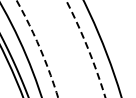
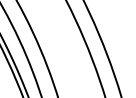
arc at (39, 48): dashed -> solid
arc at (87, 48): dashed -> solid
